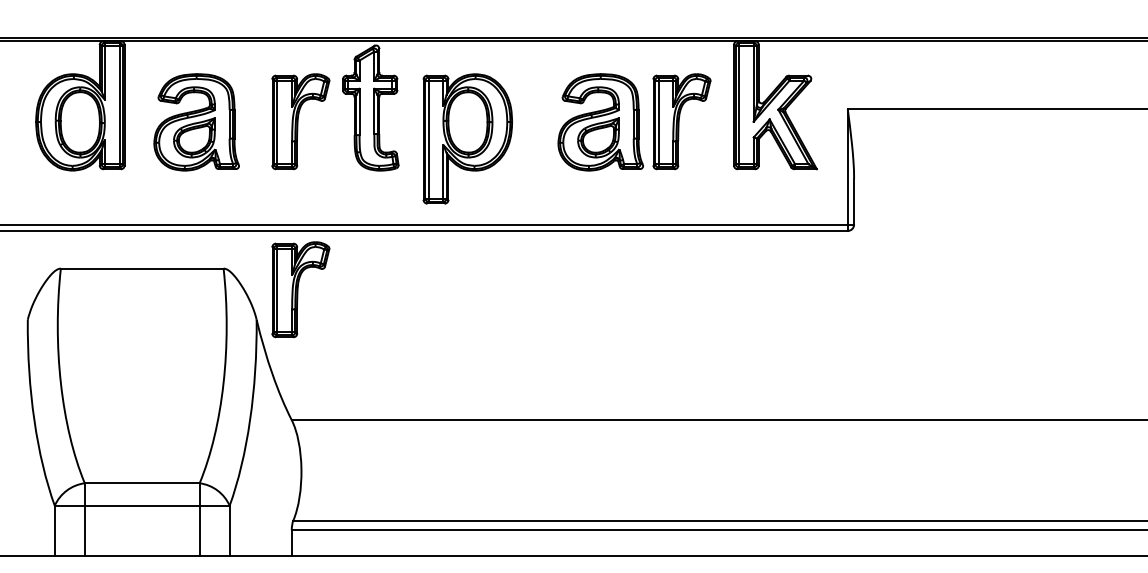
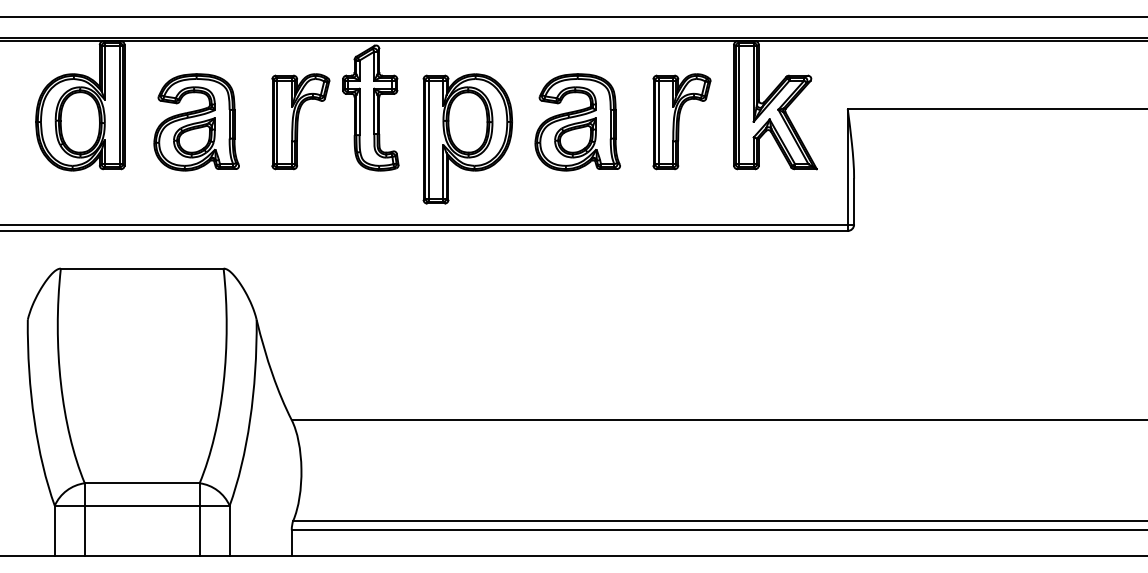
line at (573, 17): none -> present
part at (600, 122) position: (600, 122) -> (577, 122)
part at (300, 289): present -> none
